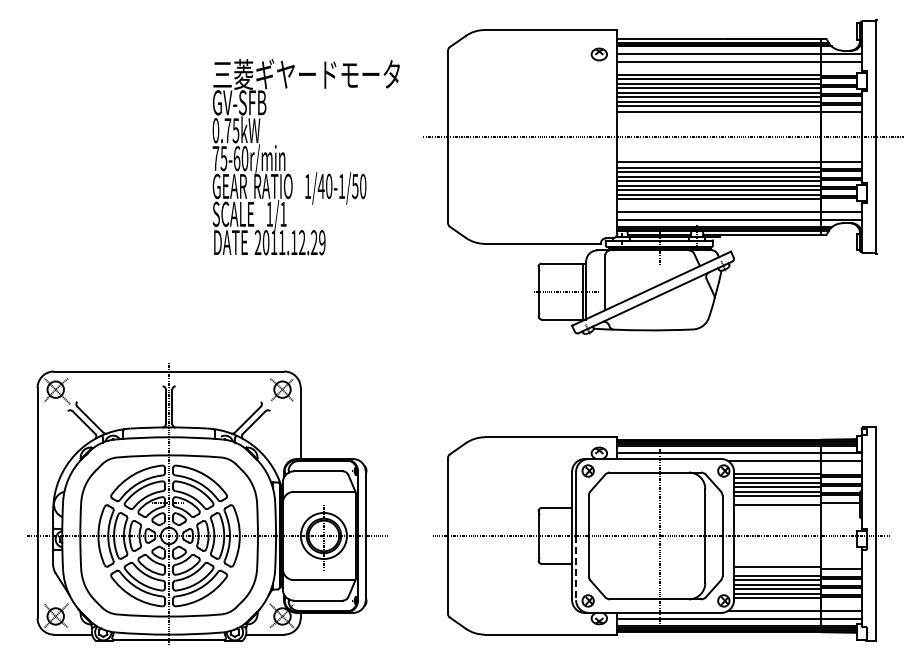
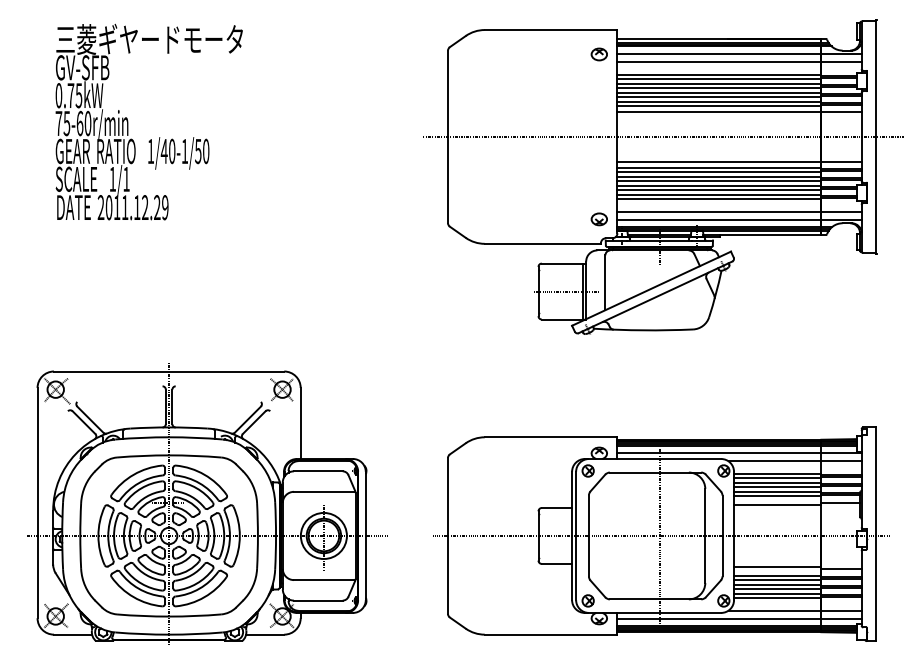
text at (305, 156) position: (305, 156) -> (148, 121)
part at (598, 219): none -> present
line at (576, 568): dashed -> solid
